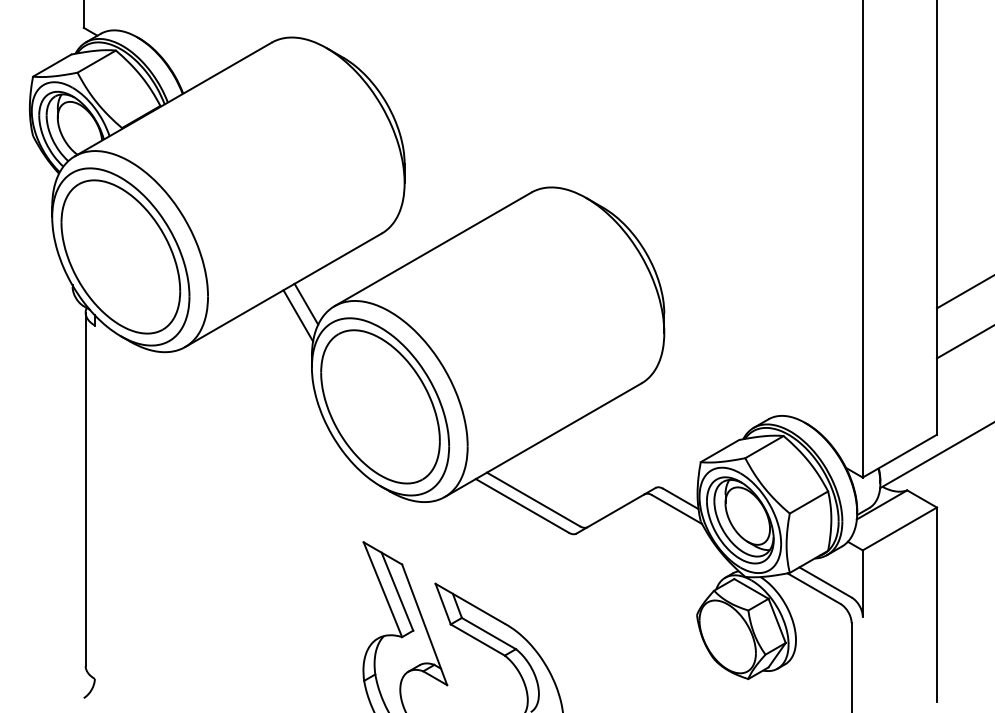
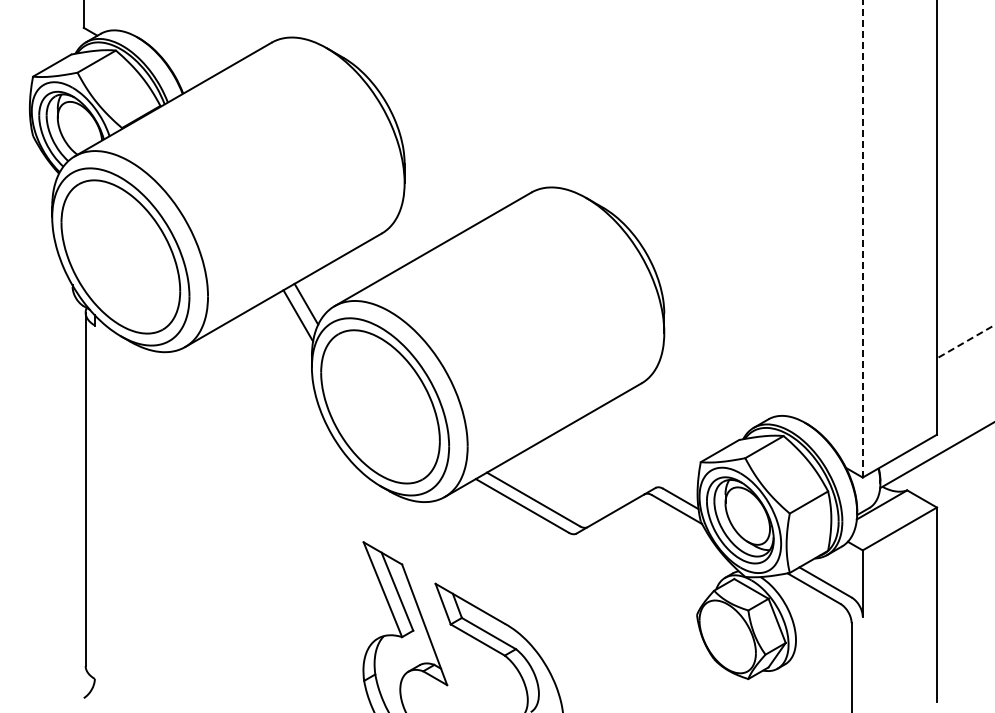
line at (862, 238): solid -> dashed
line at (963, 292): present -> none
line at (965, 341): solid -> dashed
